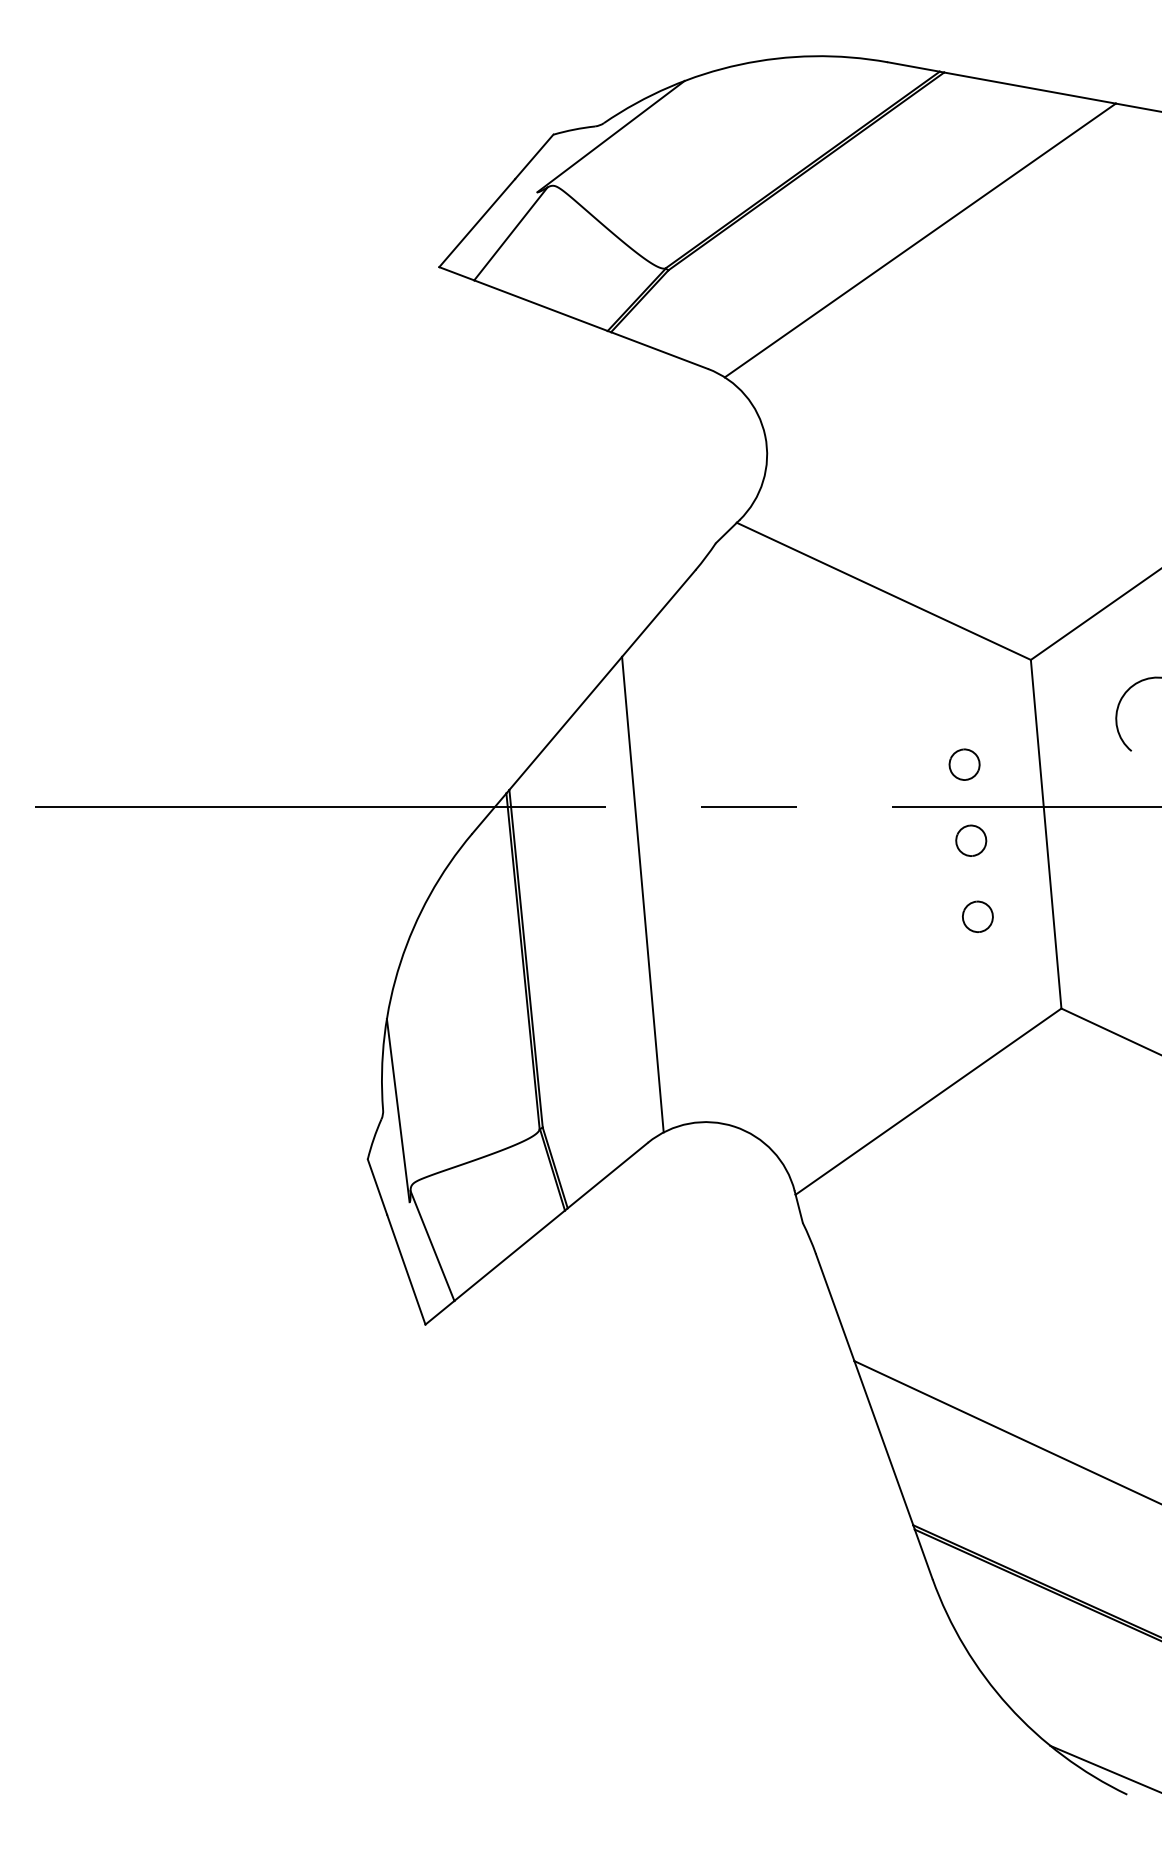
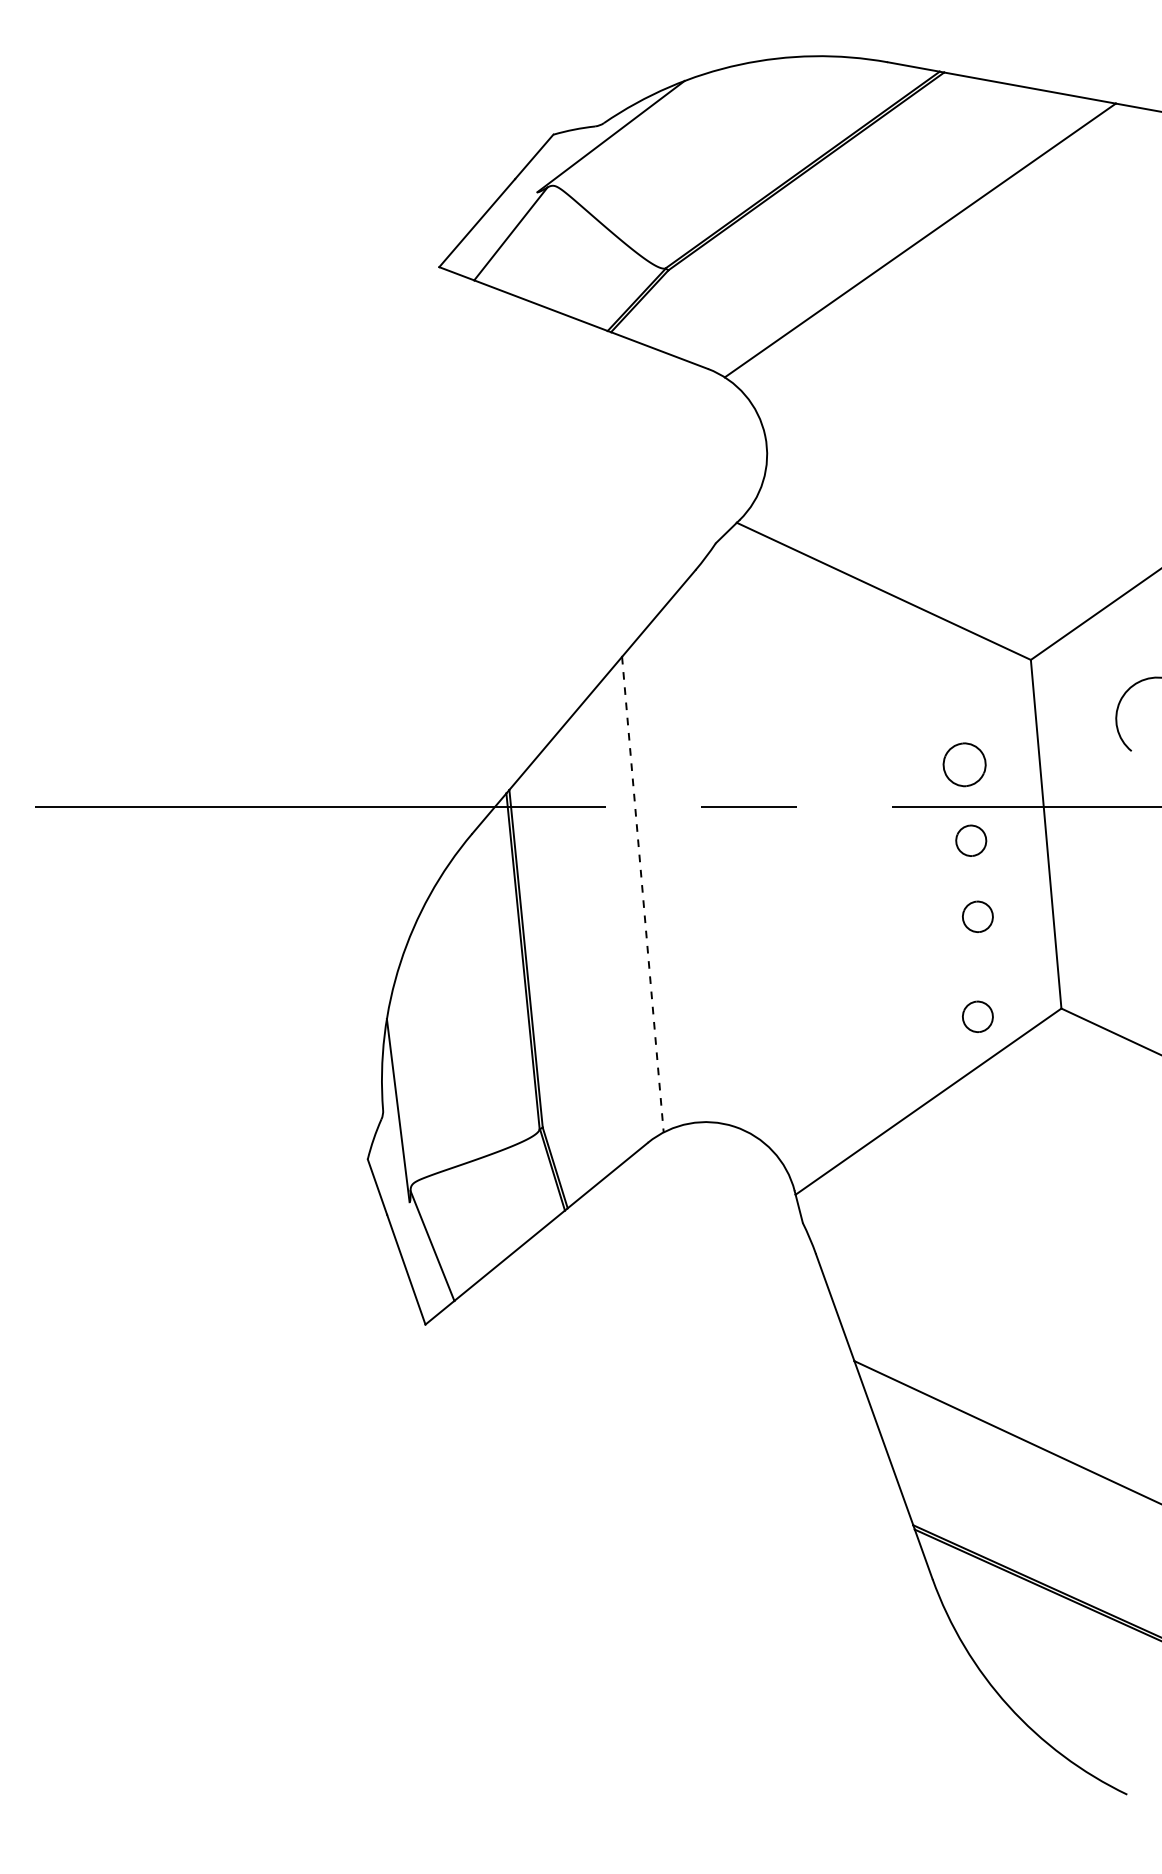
part at (964, 764) size: 33x33 px -> 45x46 px
line at (642, 894): solid -> dashed
part at (977, 1016): none -> present
line at (1104, 1768): present -> none
